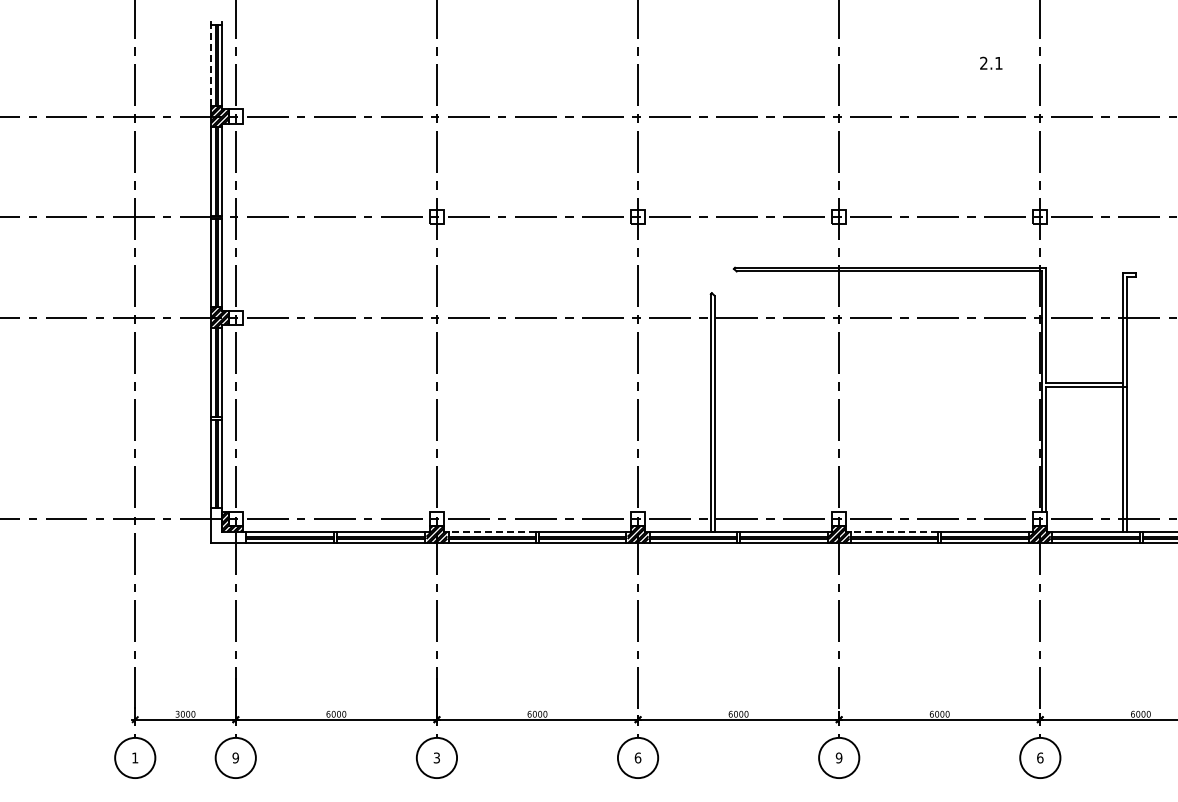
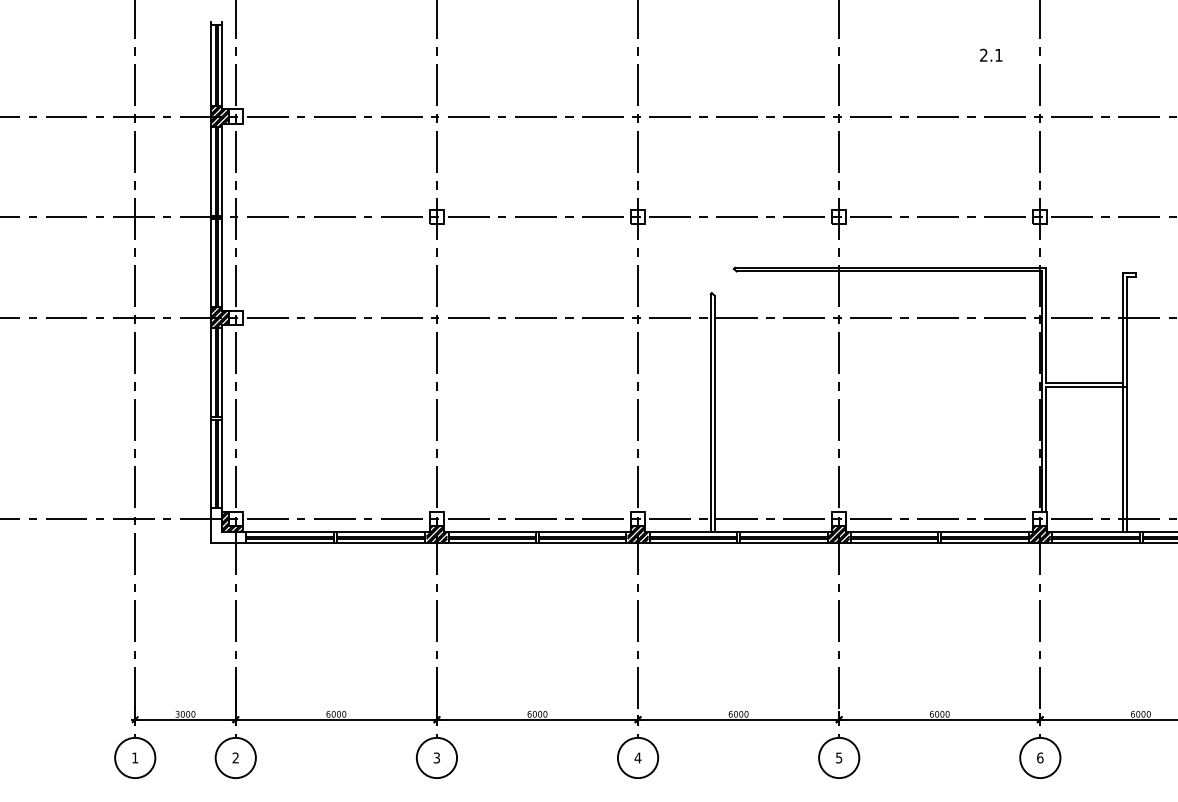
text at (991, 62) position: (991, 62) -> (991, 54)
line at (211, 65): dashed -> solid
line at (492, 531): dashed -> solid
line at (894, 531): dashed -> solid
text at (235, 757): 9 -> 2
text at (637, 757): 6 -> 4
text at (838, 757): 9 -> 5
